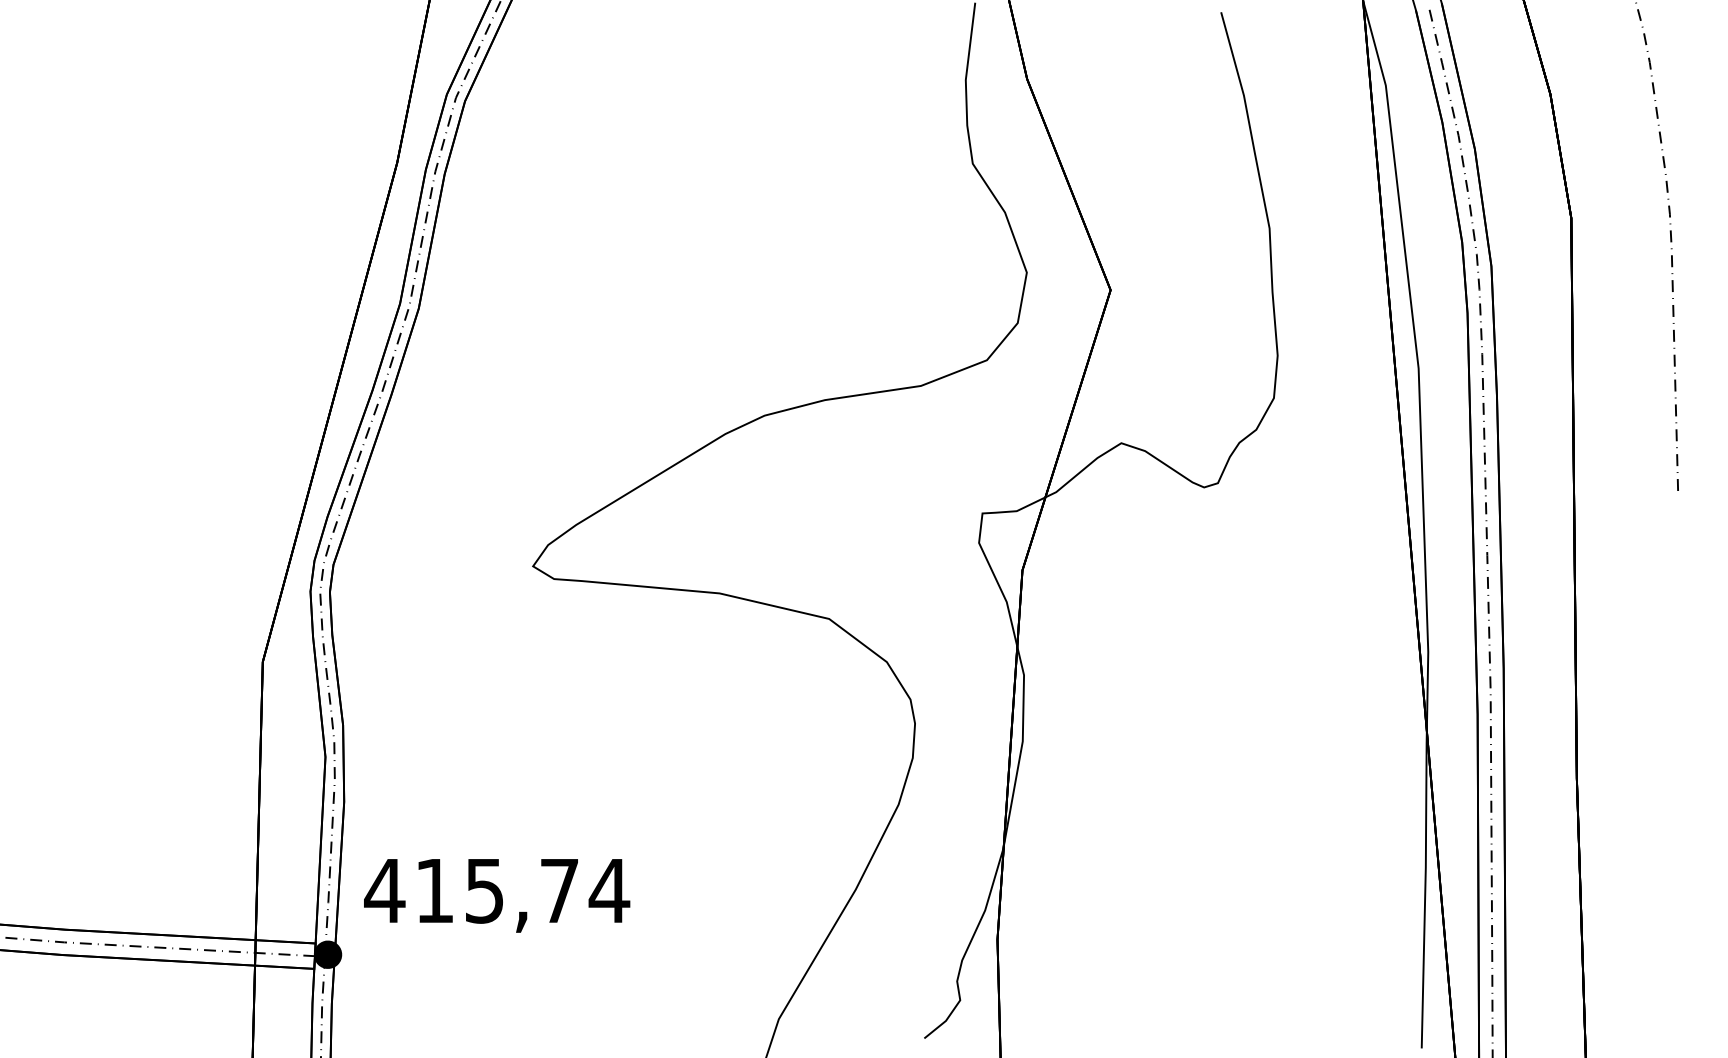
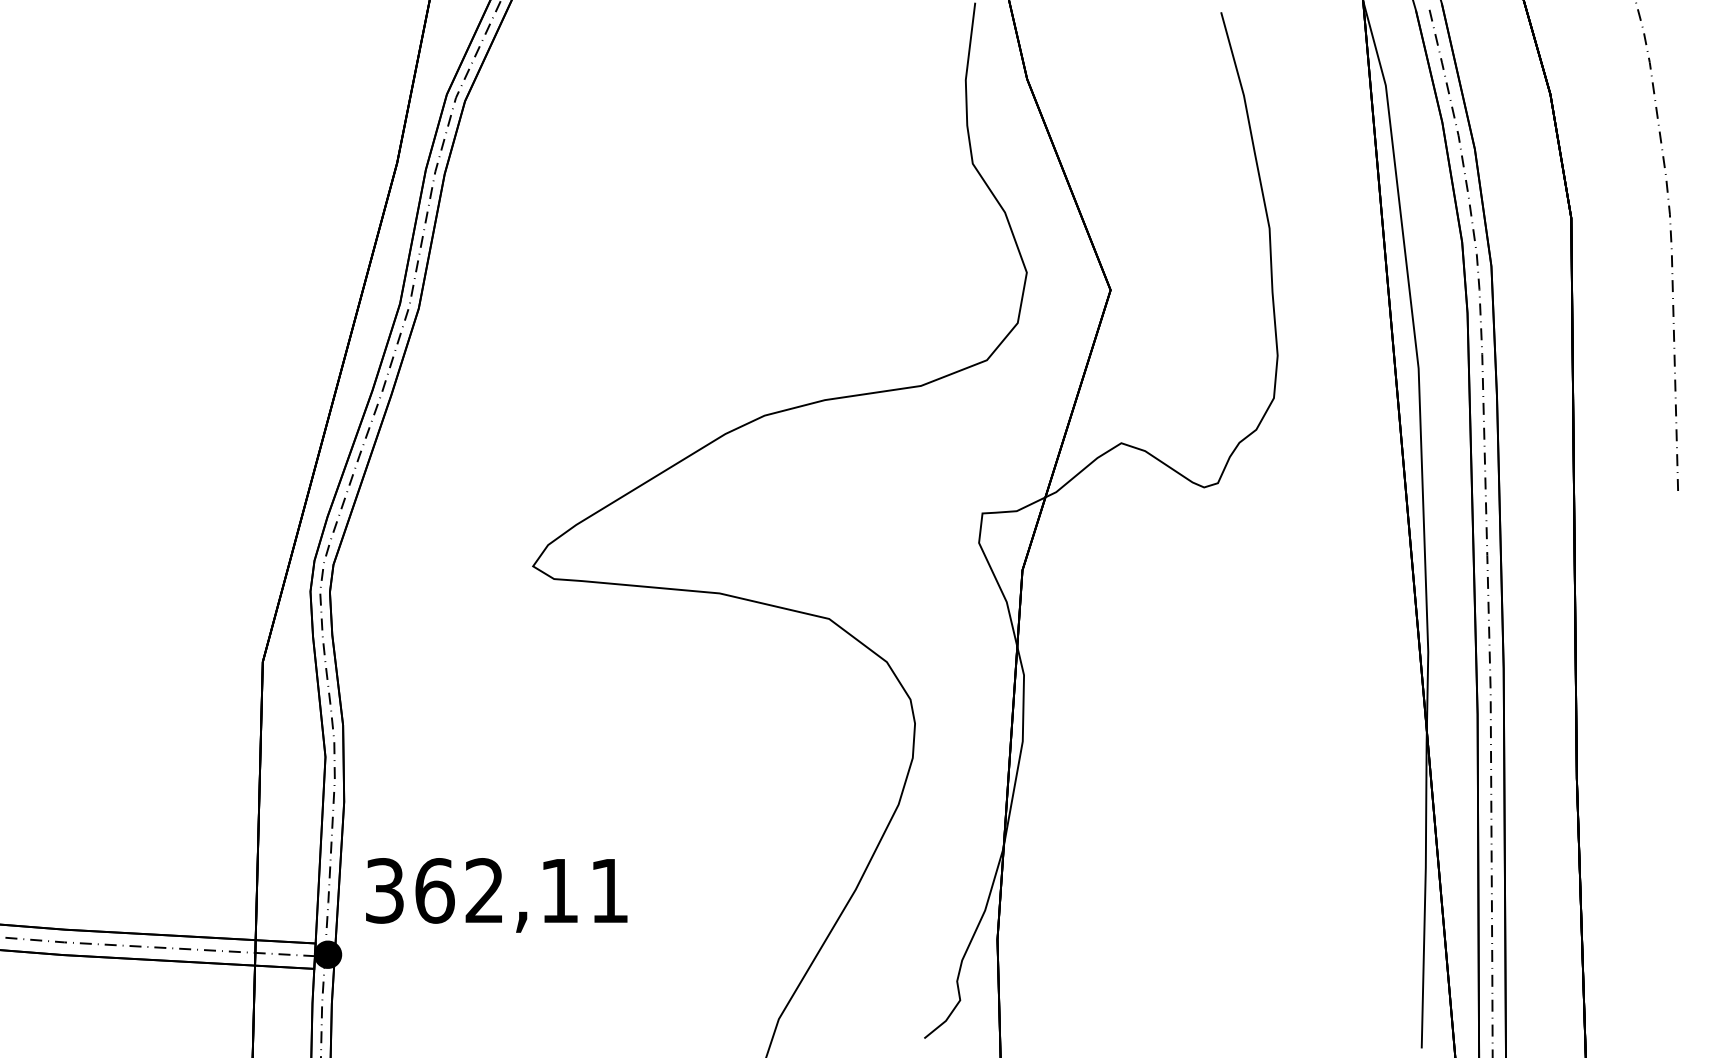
text at (497, 890): 415,74 -> 362,11
